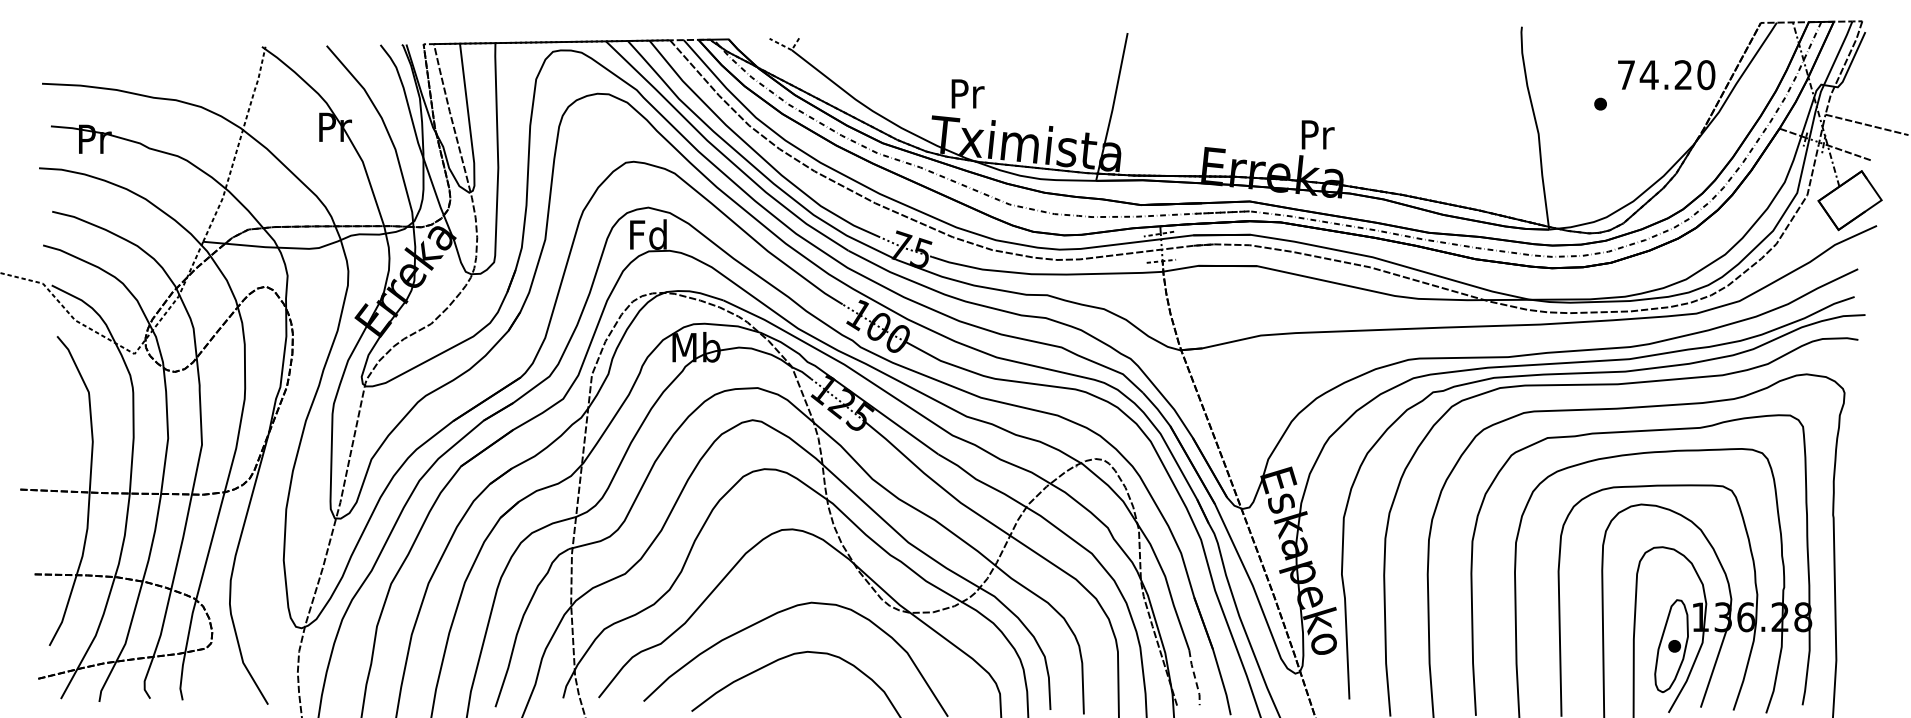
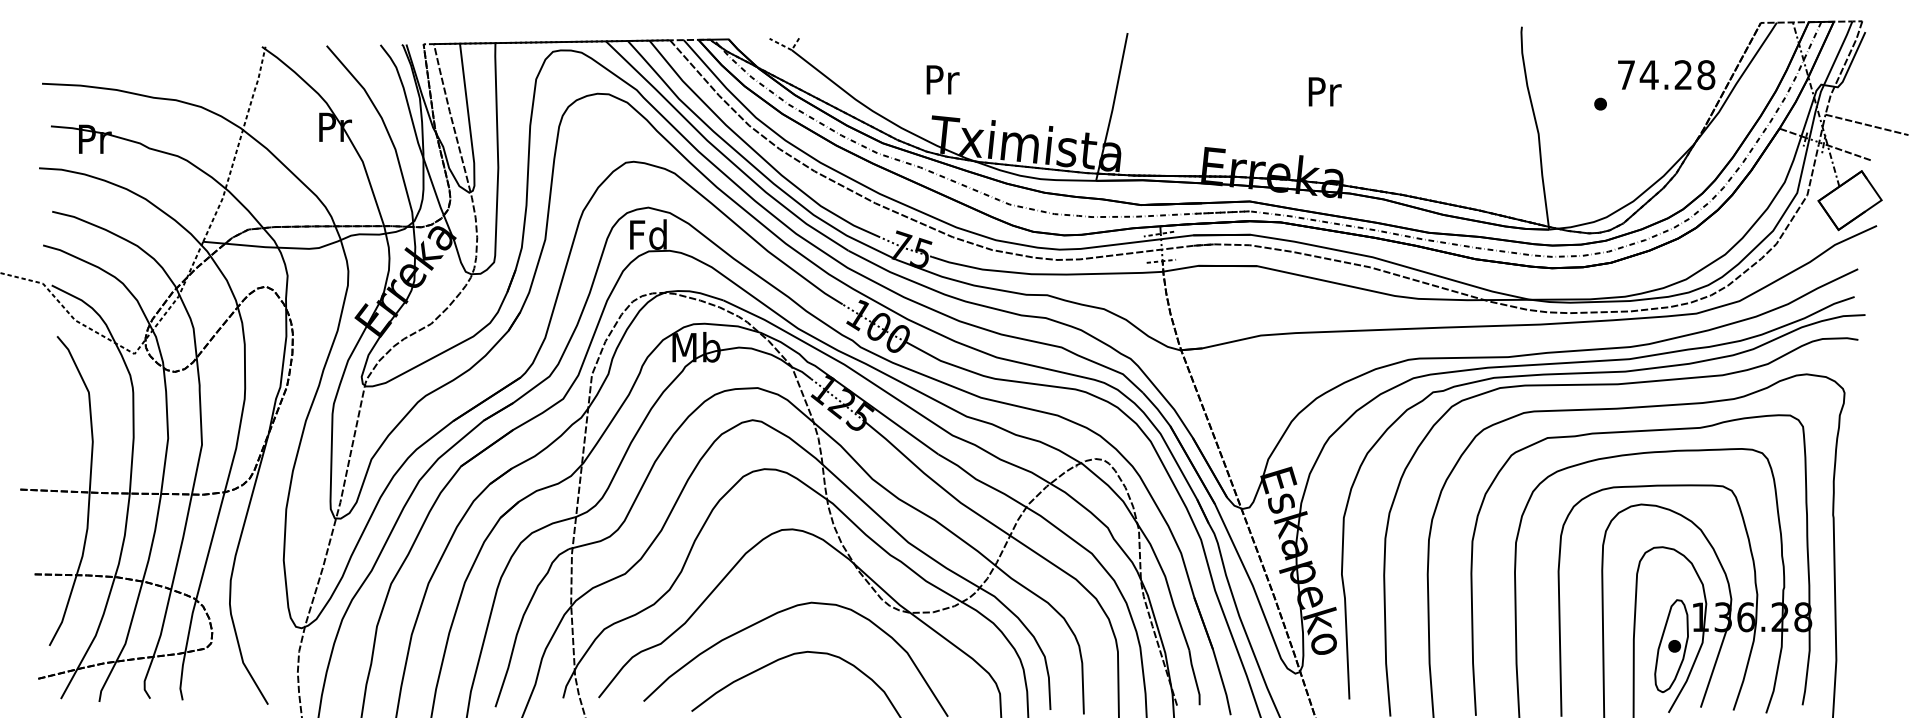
text at (1706, 74): 74.20 -> 74.28
text at (967, 93) position: (967, 93) -> (942, 79)
text at (1317, 134) position: (1317, 134) -> (1324, 91)
line at (1195, 677): dashed -> solid
